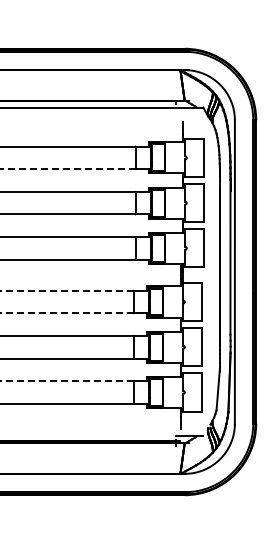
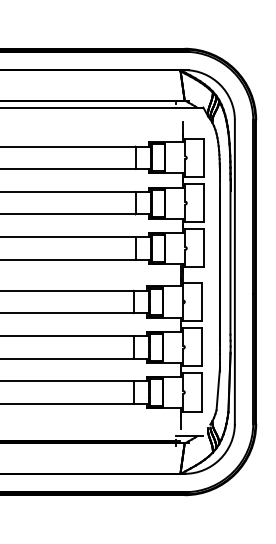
line at (68, 169): dashed -> solid
line at (67, 290): dashed -> solid
line at (67, 313): dashed -> solid
line at (67, 381): dashed -> solid
